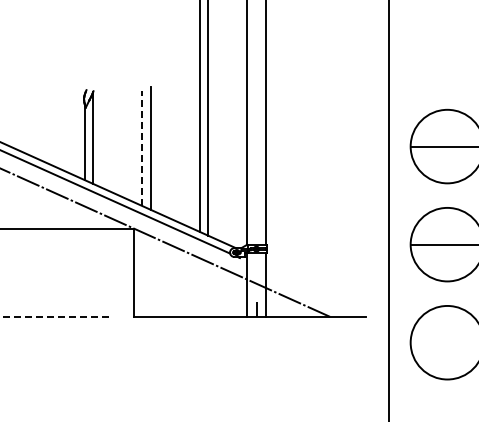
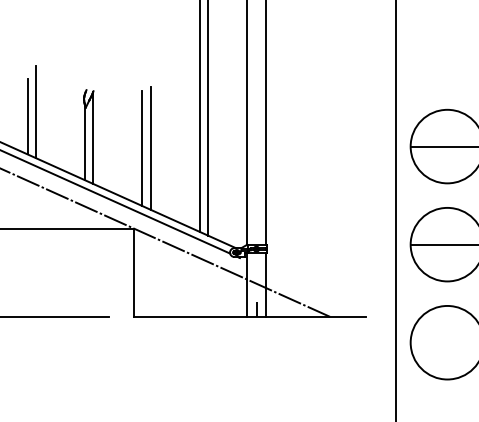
line at (35, 112): none -> present
line at (27, 116): none -> present
line at (142, 148): dashed -> solid
line at (388, 210) position: (388, 210) -> (395, 210)
line at (54, 316): dashed -> solid
